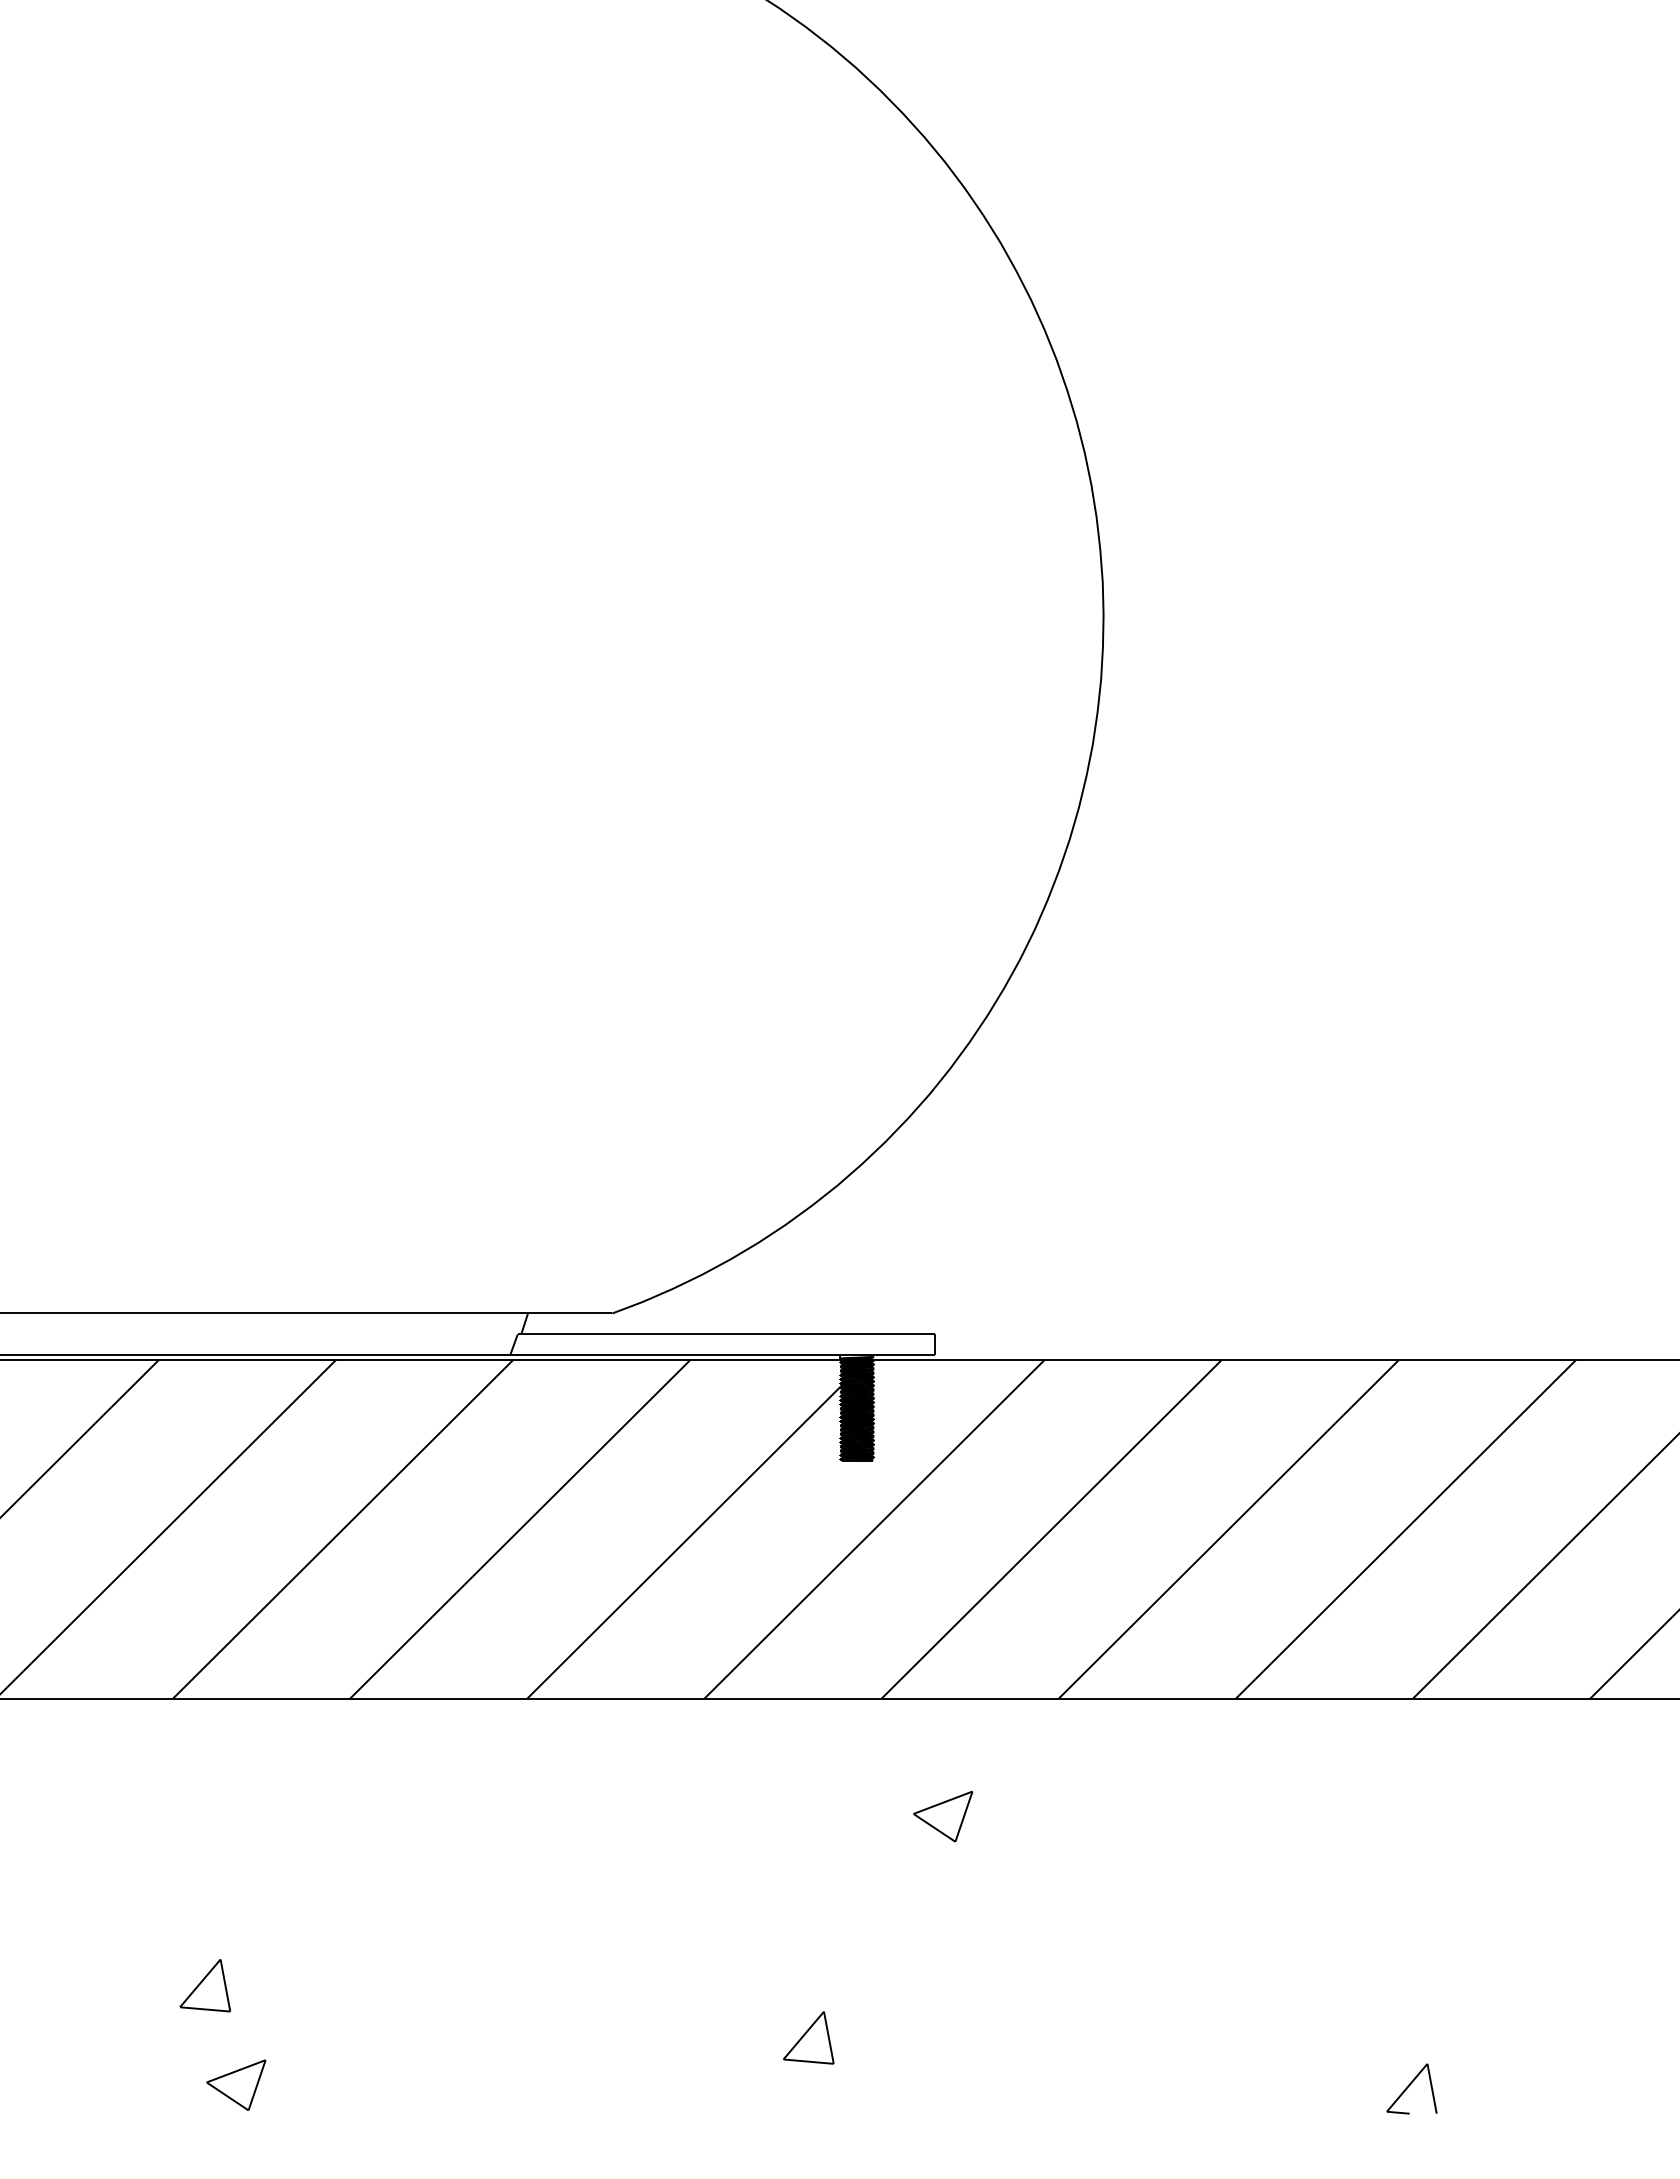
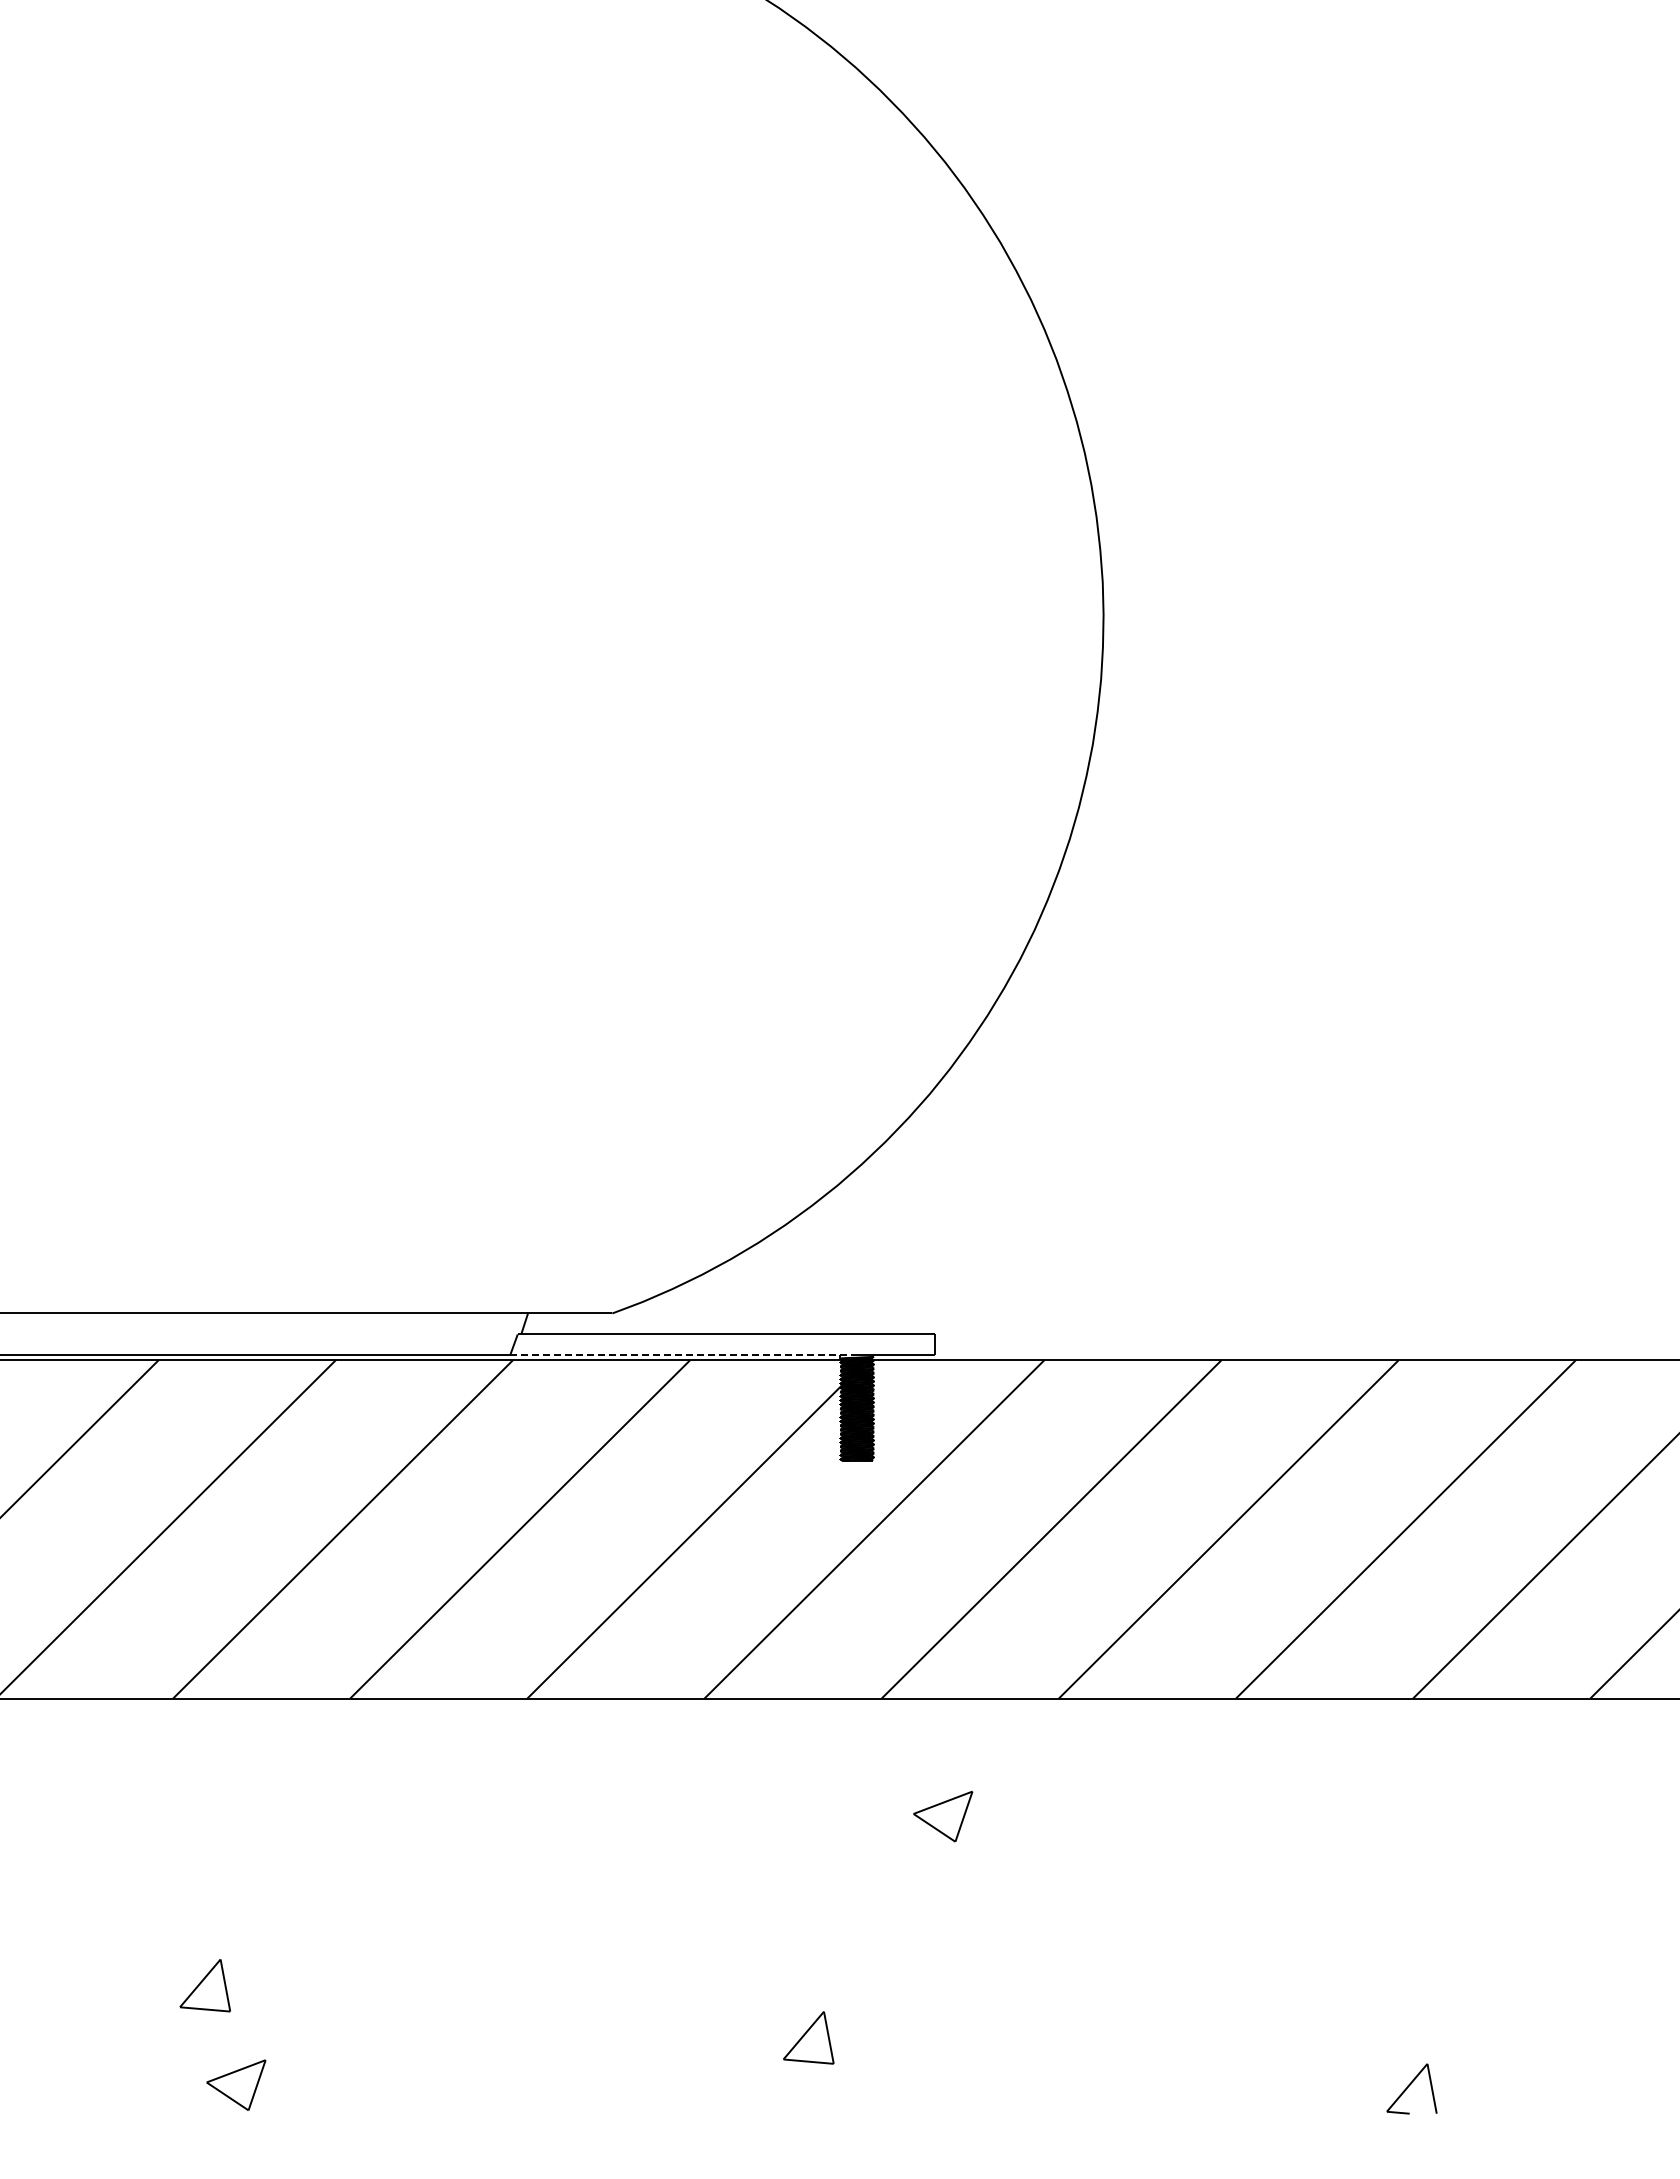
line at (683, 1355): solid -> dashed
